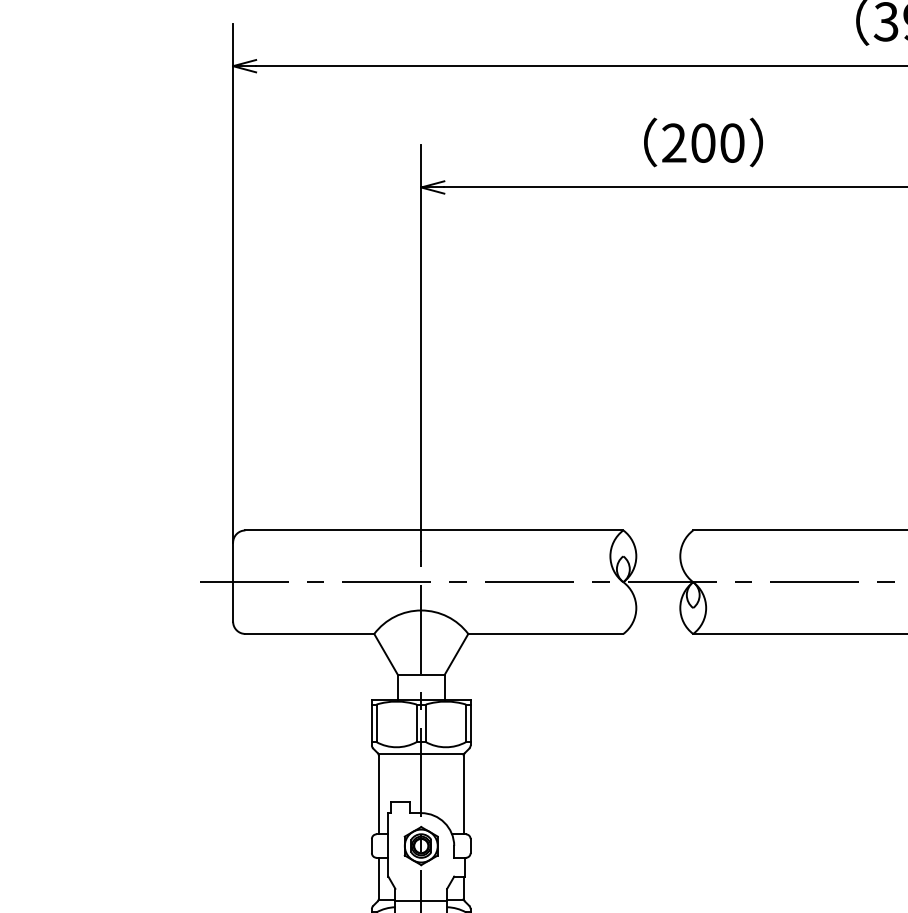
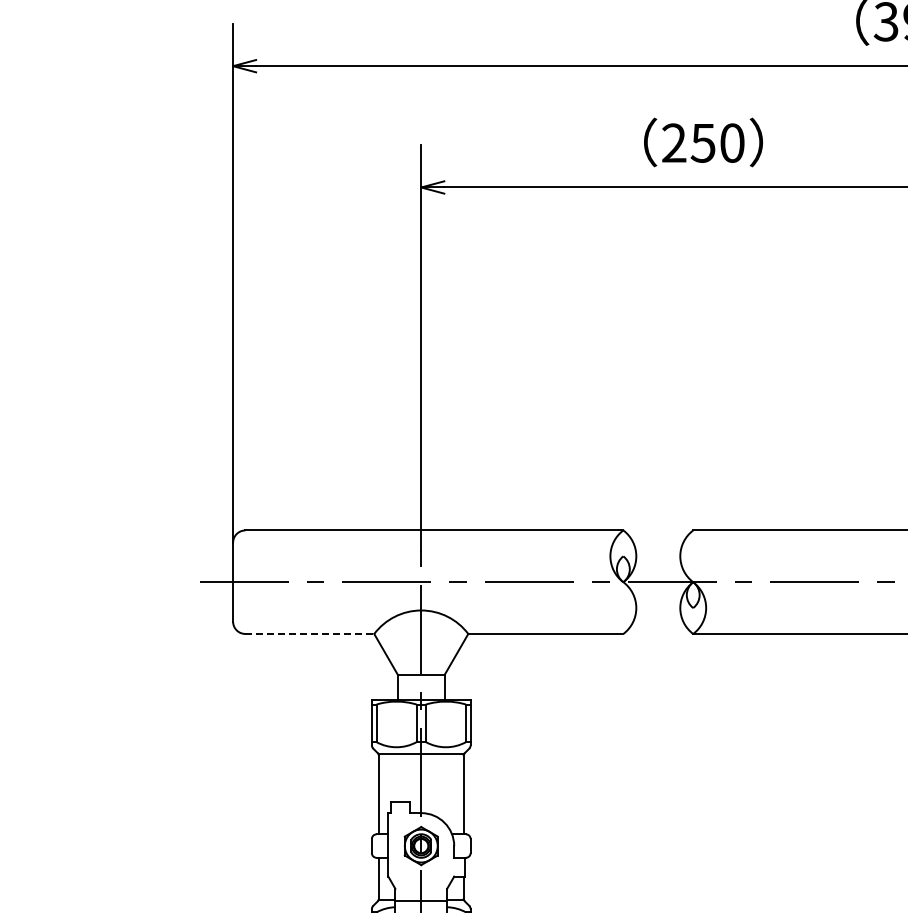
text at (702, 142): 200 -> 250
line at (310, 633): solid -> dashed
